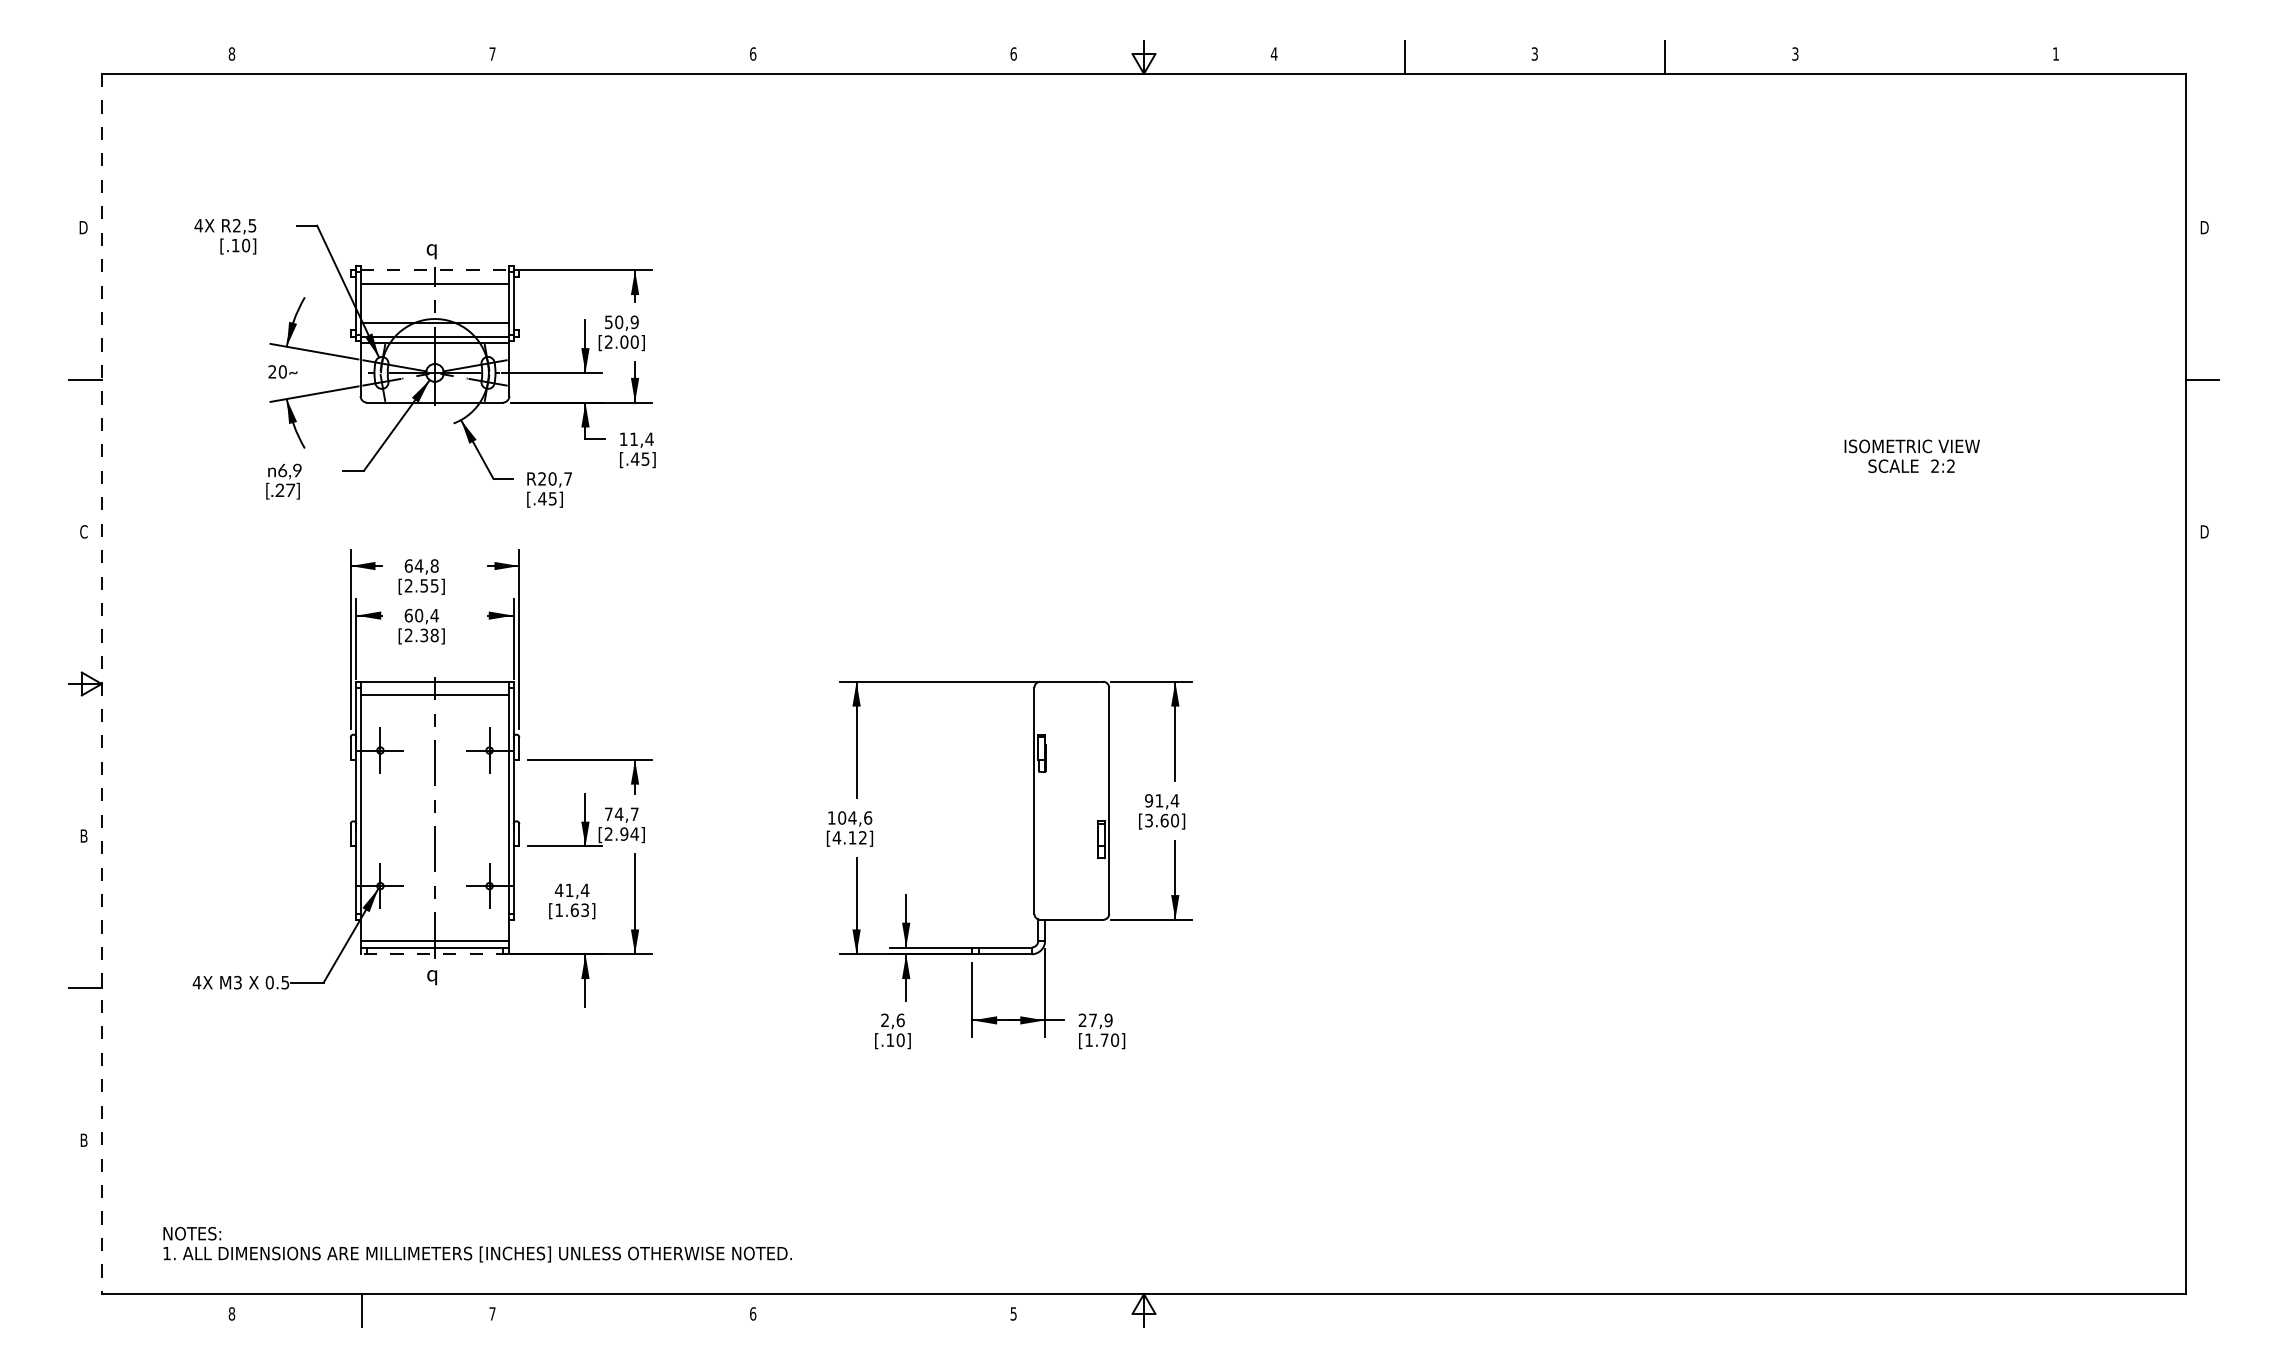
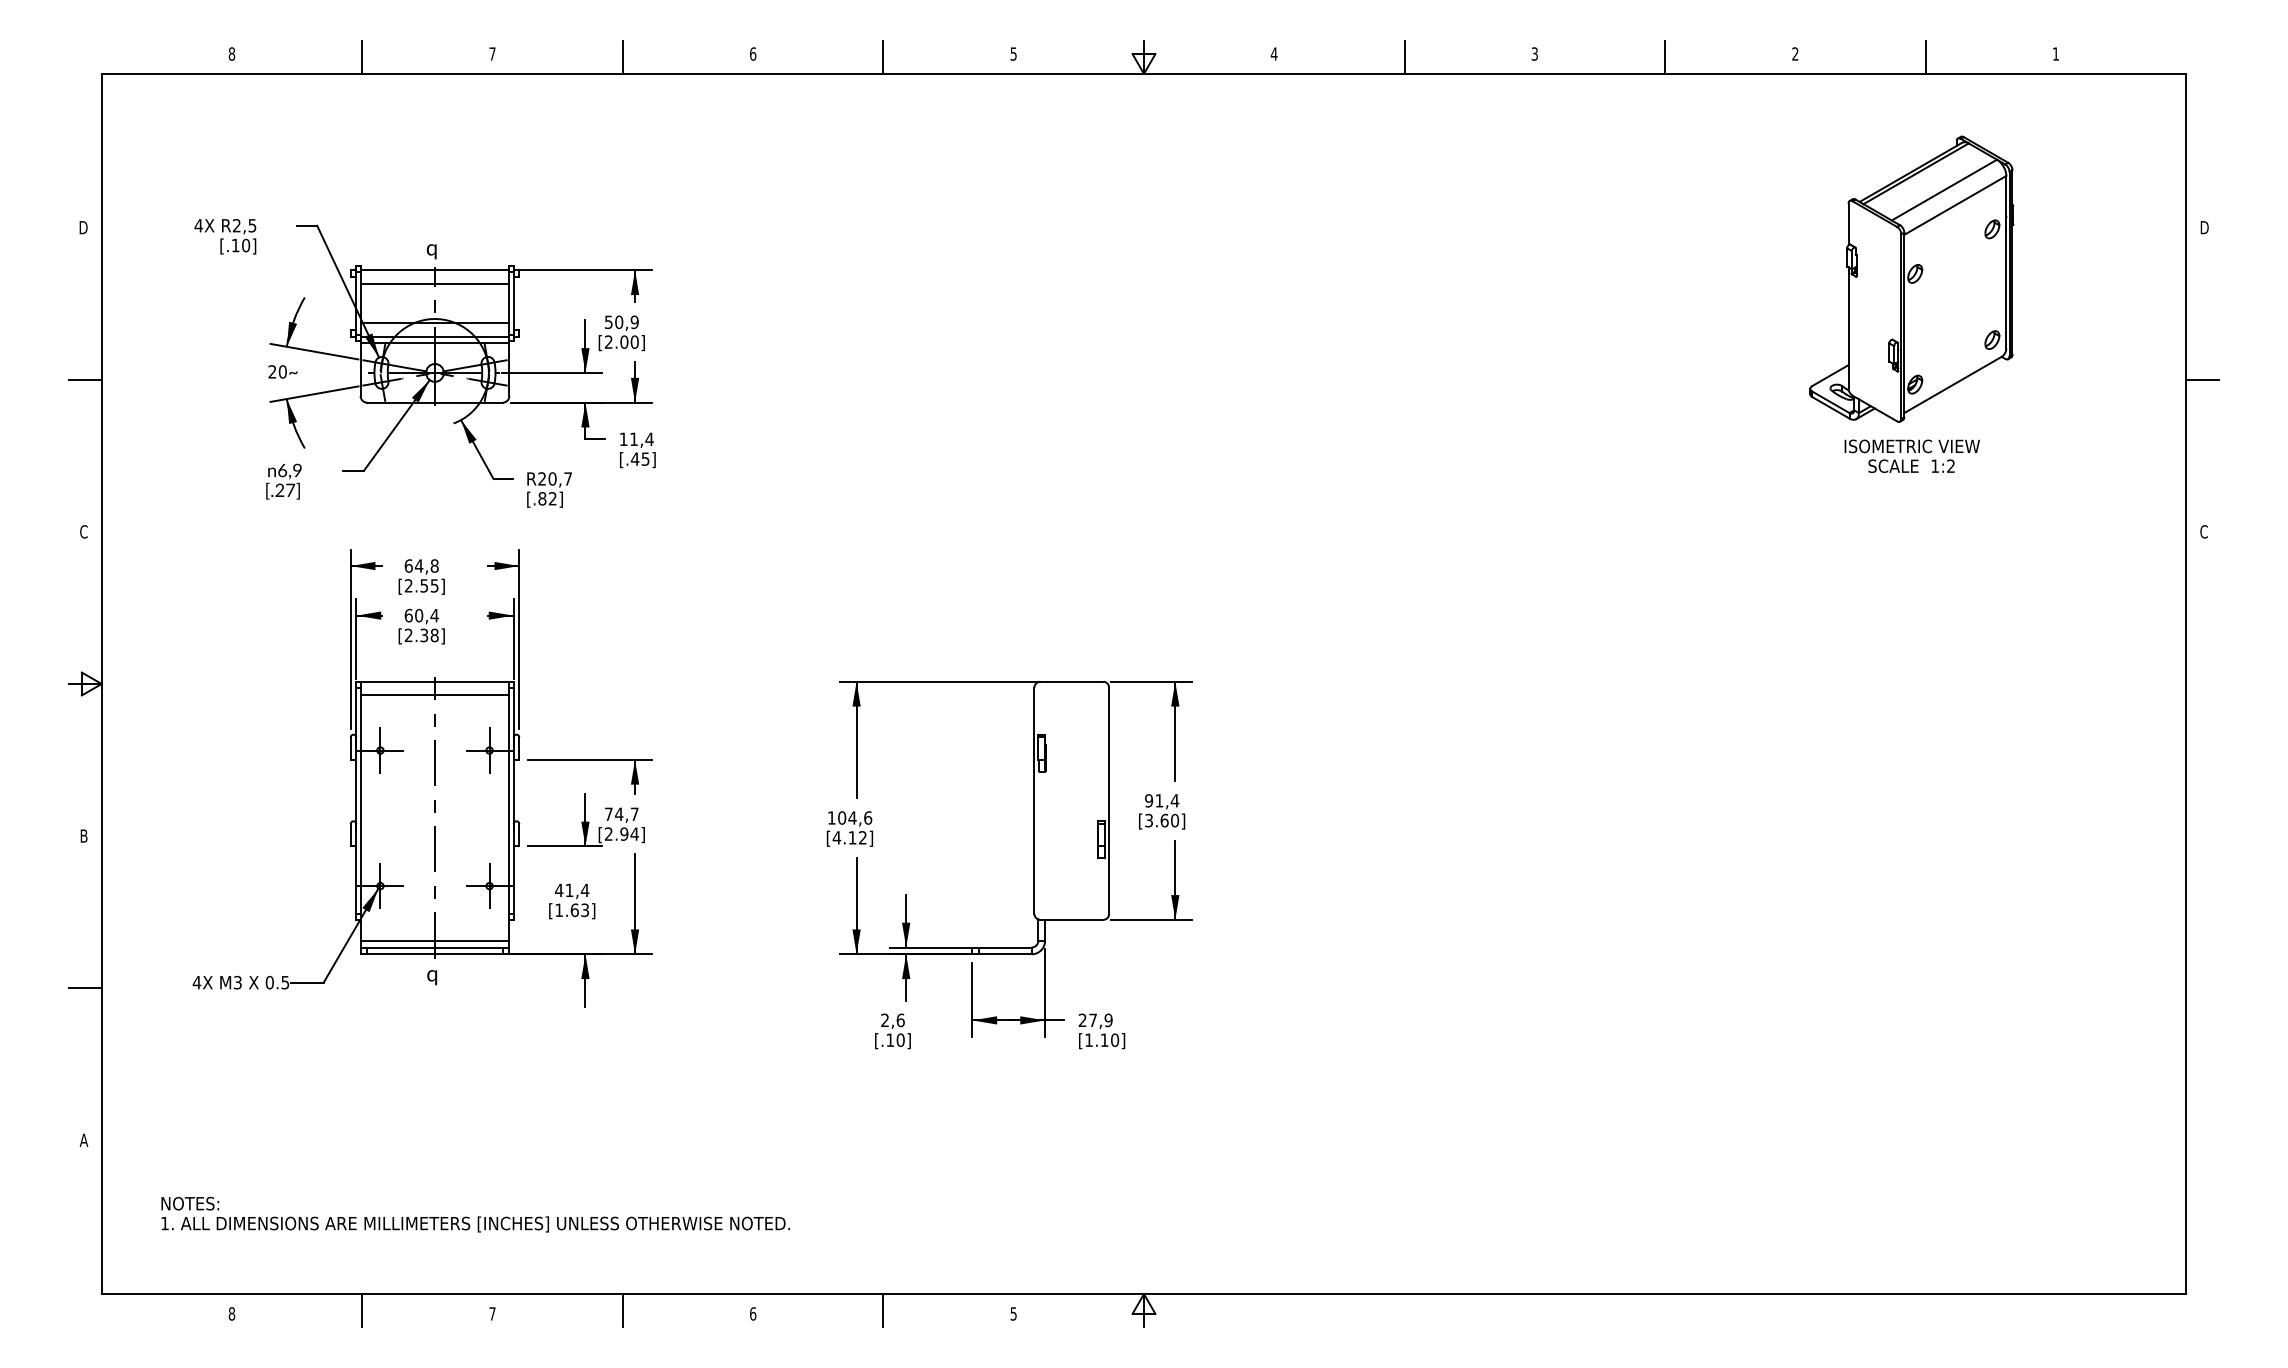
text at (1013, 53): 6 -> 5
text at (1795, 54): 3 -> 2
line at (362, 56): none -> present
line at (622, 56): none -> present
line at (883, 56): none -> present
line at (1925, 56): none -> present
line at (435, 270): dashed -> solid
part at (1911, 278): none -> present
text at (1934, 465): 2:2 -> 1:2
text at (547, 498): [.45] -> [.82]
text at (2204, 531): D -> C
line at (101, 684): dashed -> solid
line at (434, 954): dashed -> solid
text at (1104, 1039): [1.70] -> [1.10]
text at (83, 1139): B -> A
text at (477, 1244) position: (477, 1244) -> (475, 1214)
line at (622, 1310): none -> present
line at (883, 1310): none -> present
